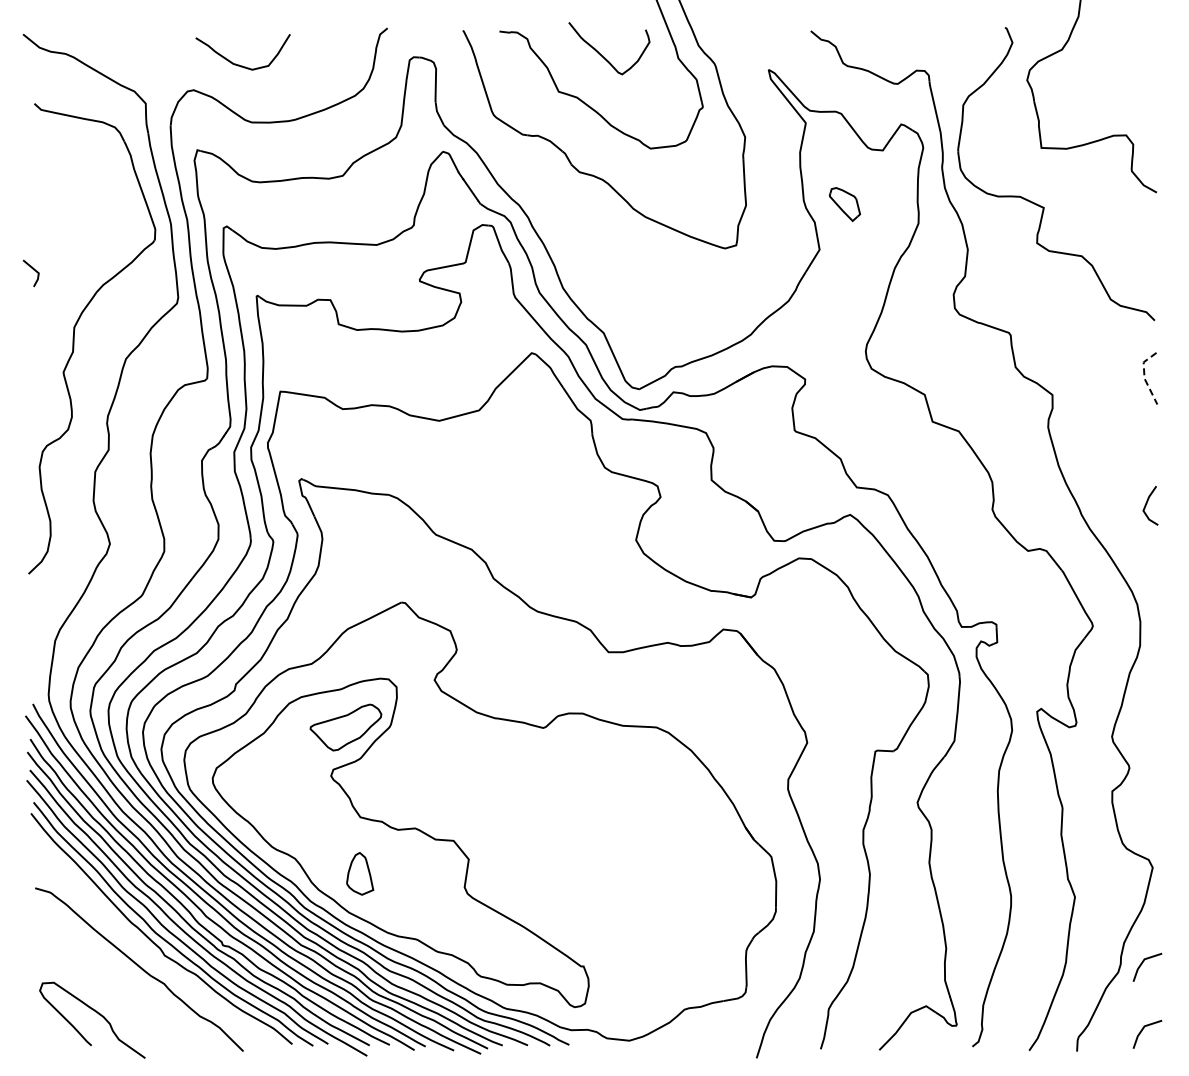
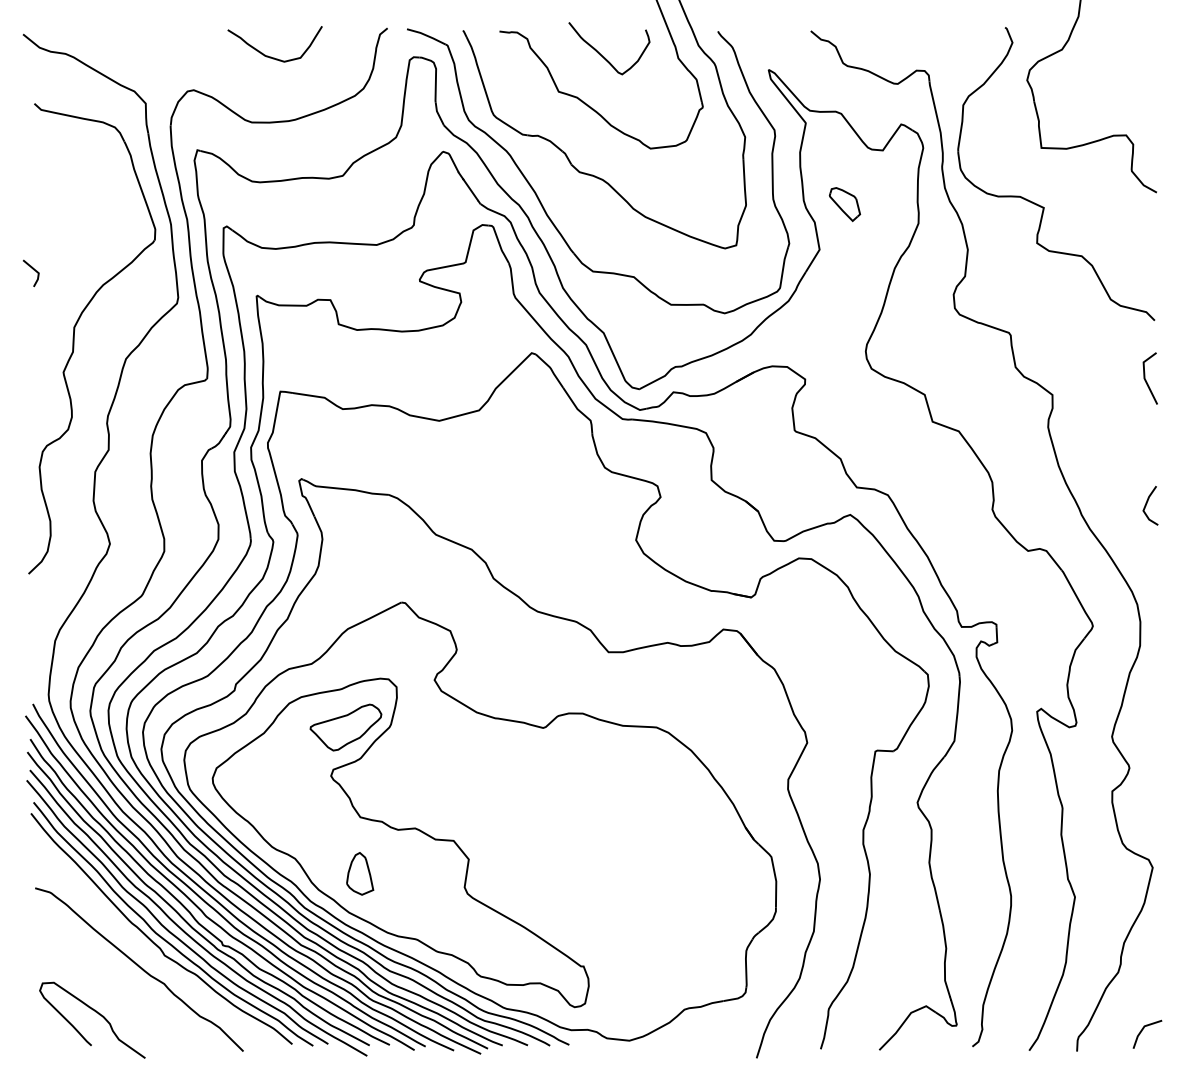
curve at (239, 64) position: (239, 64) -> (271, 56)
part at (540, 200): none -> present
line at (1144, 376): dashed -> solid
line at (1142, 964): present -> none
